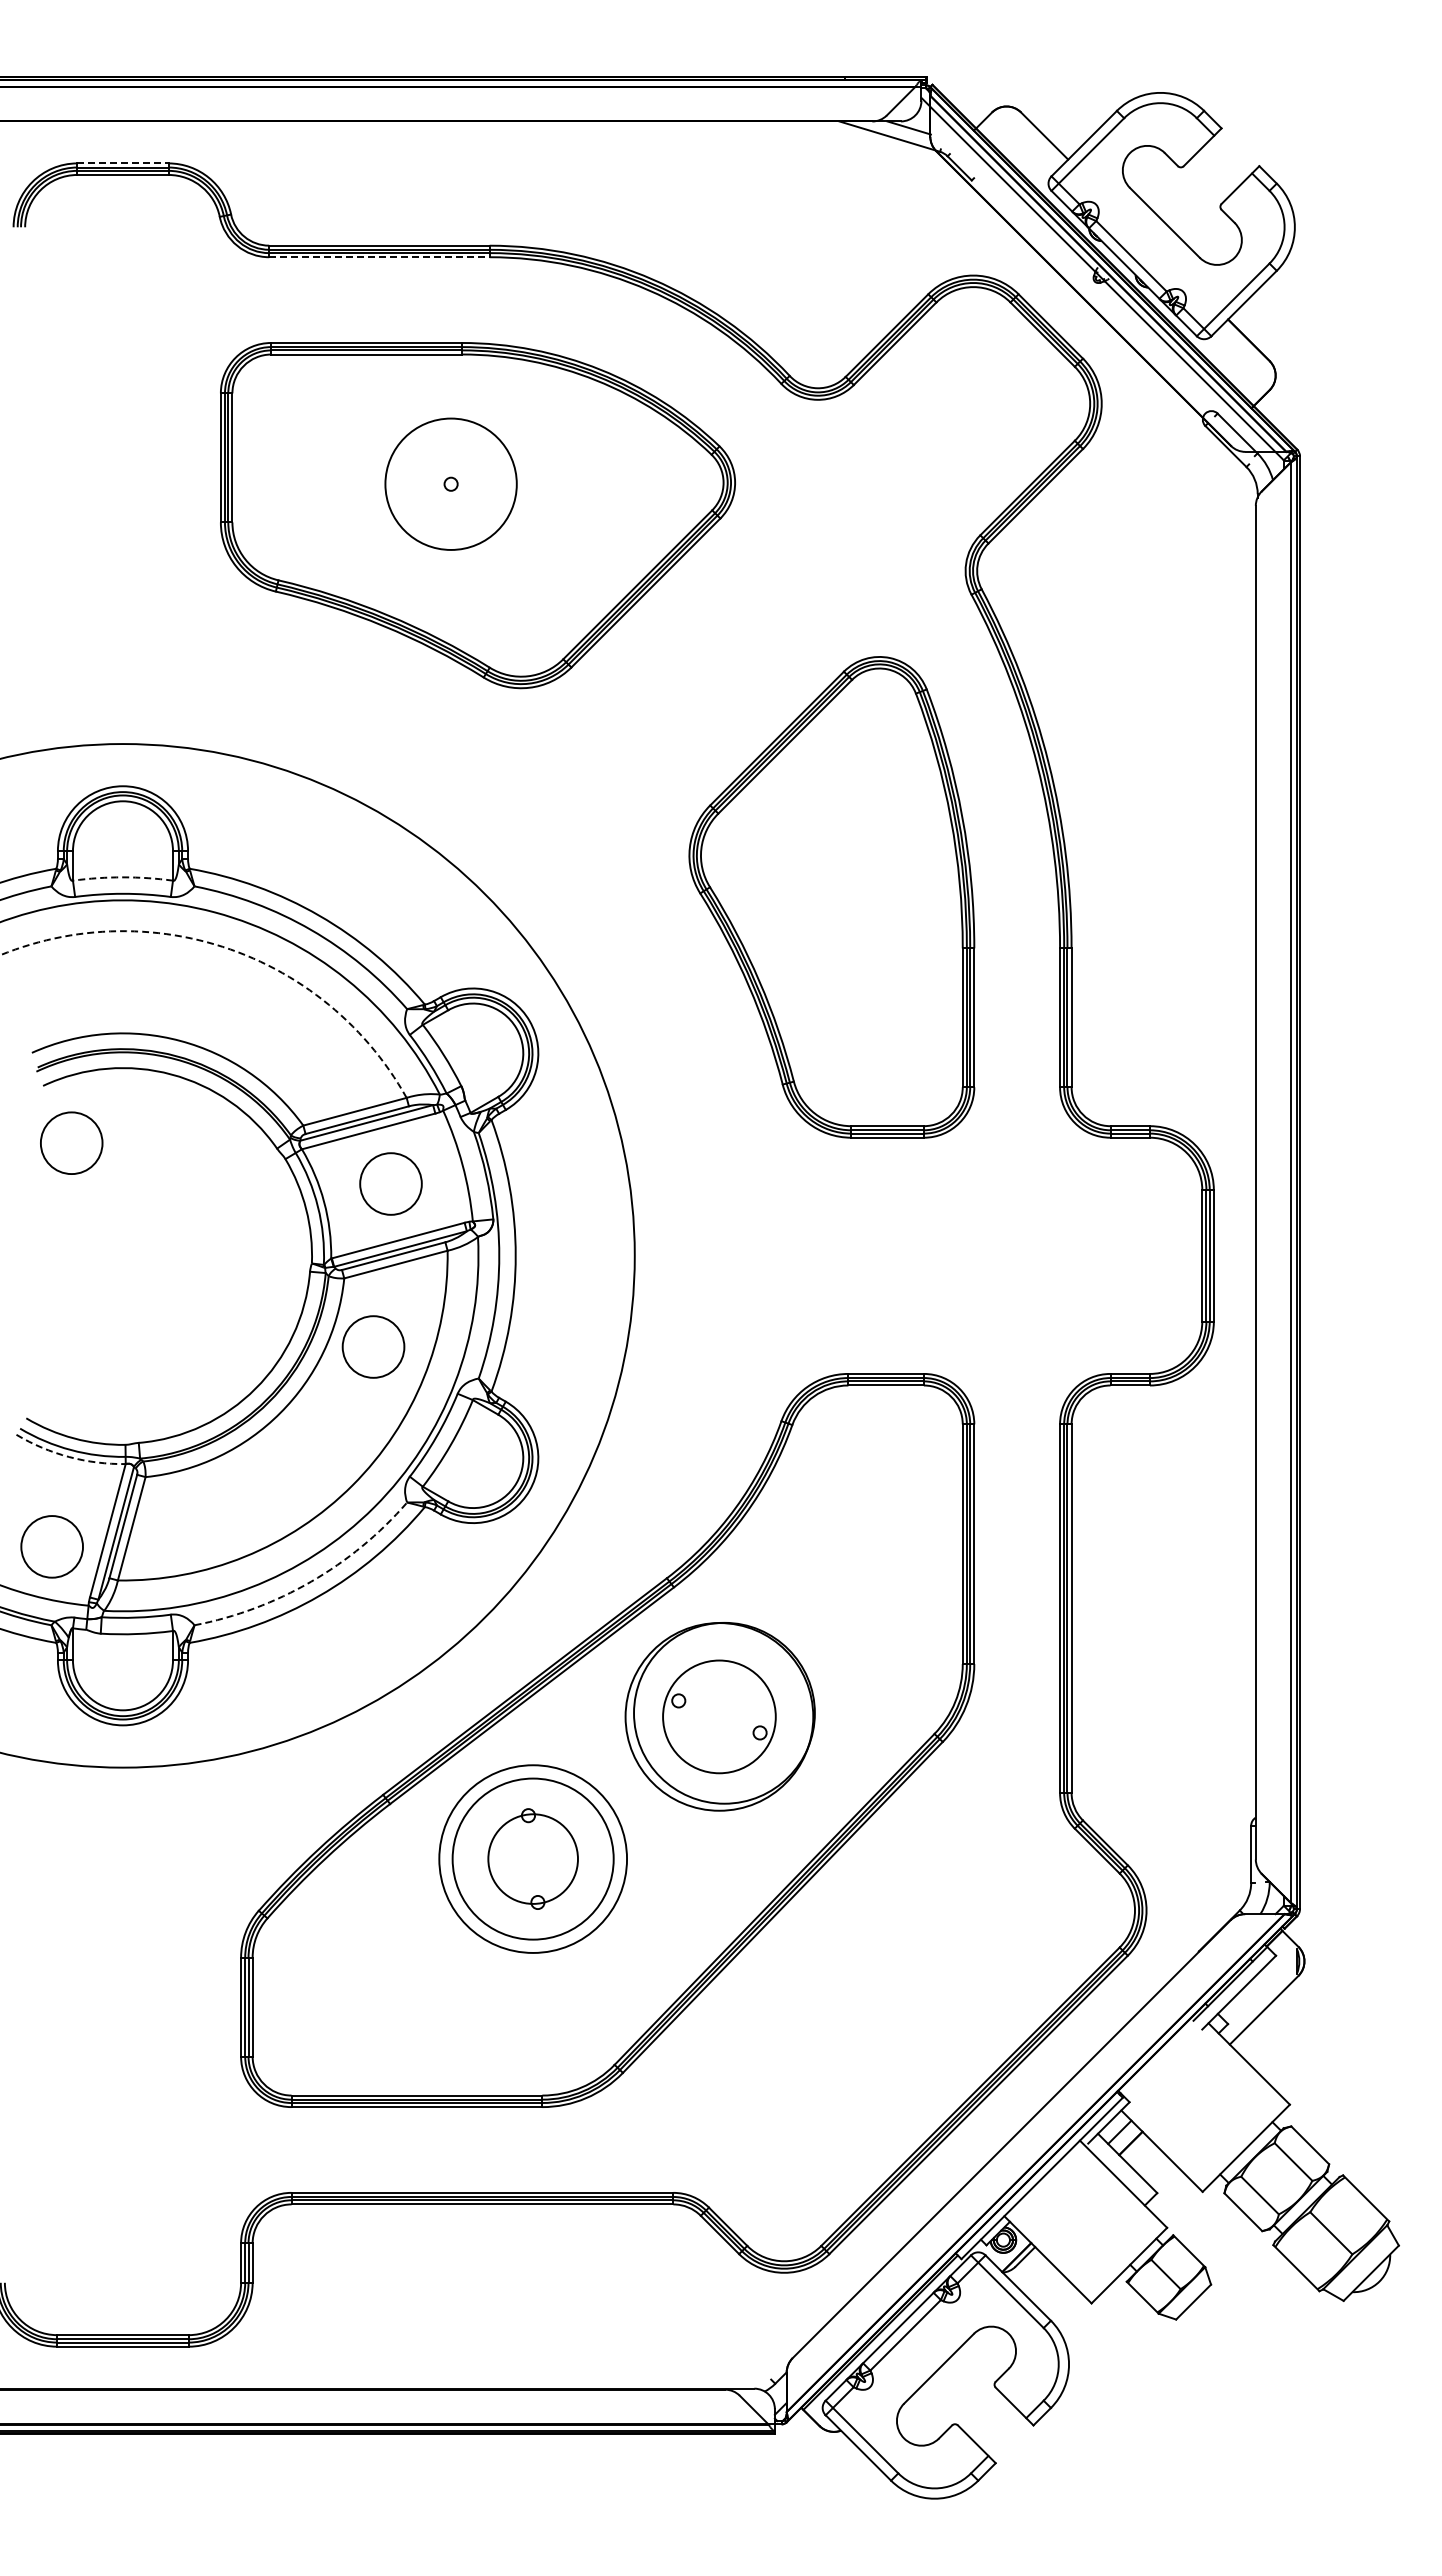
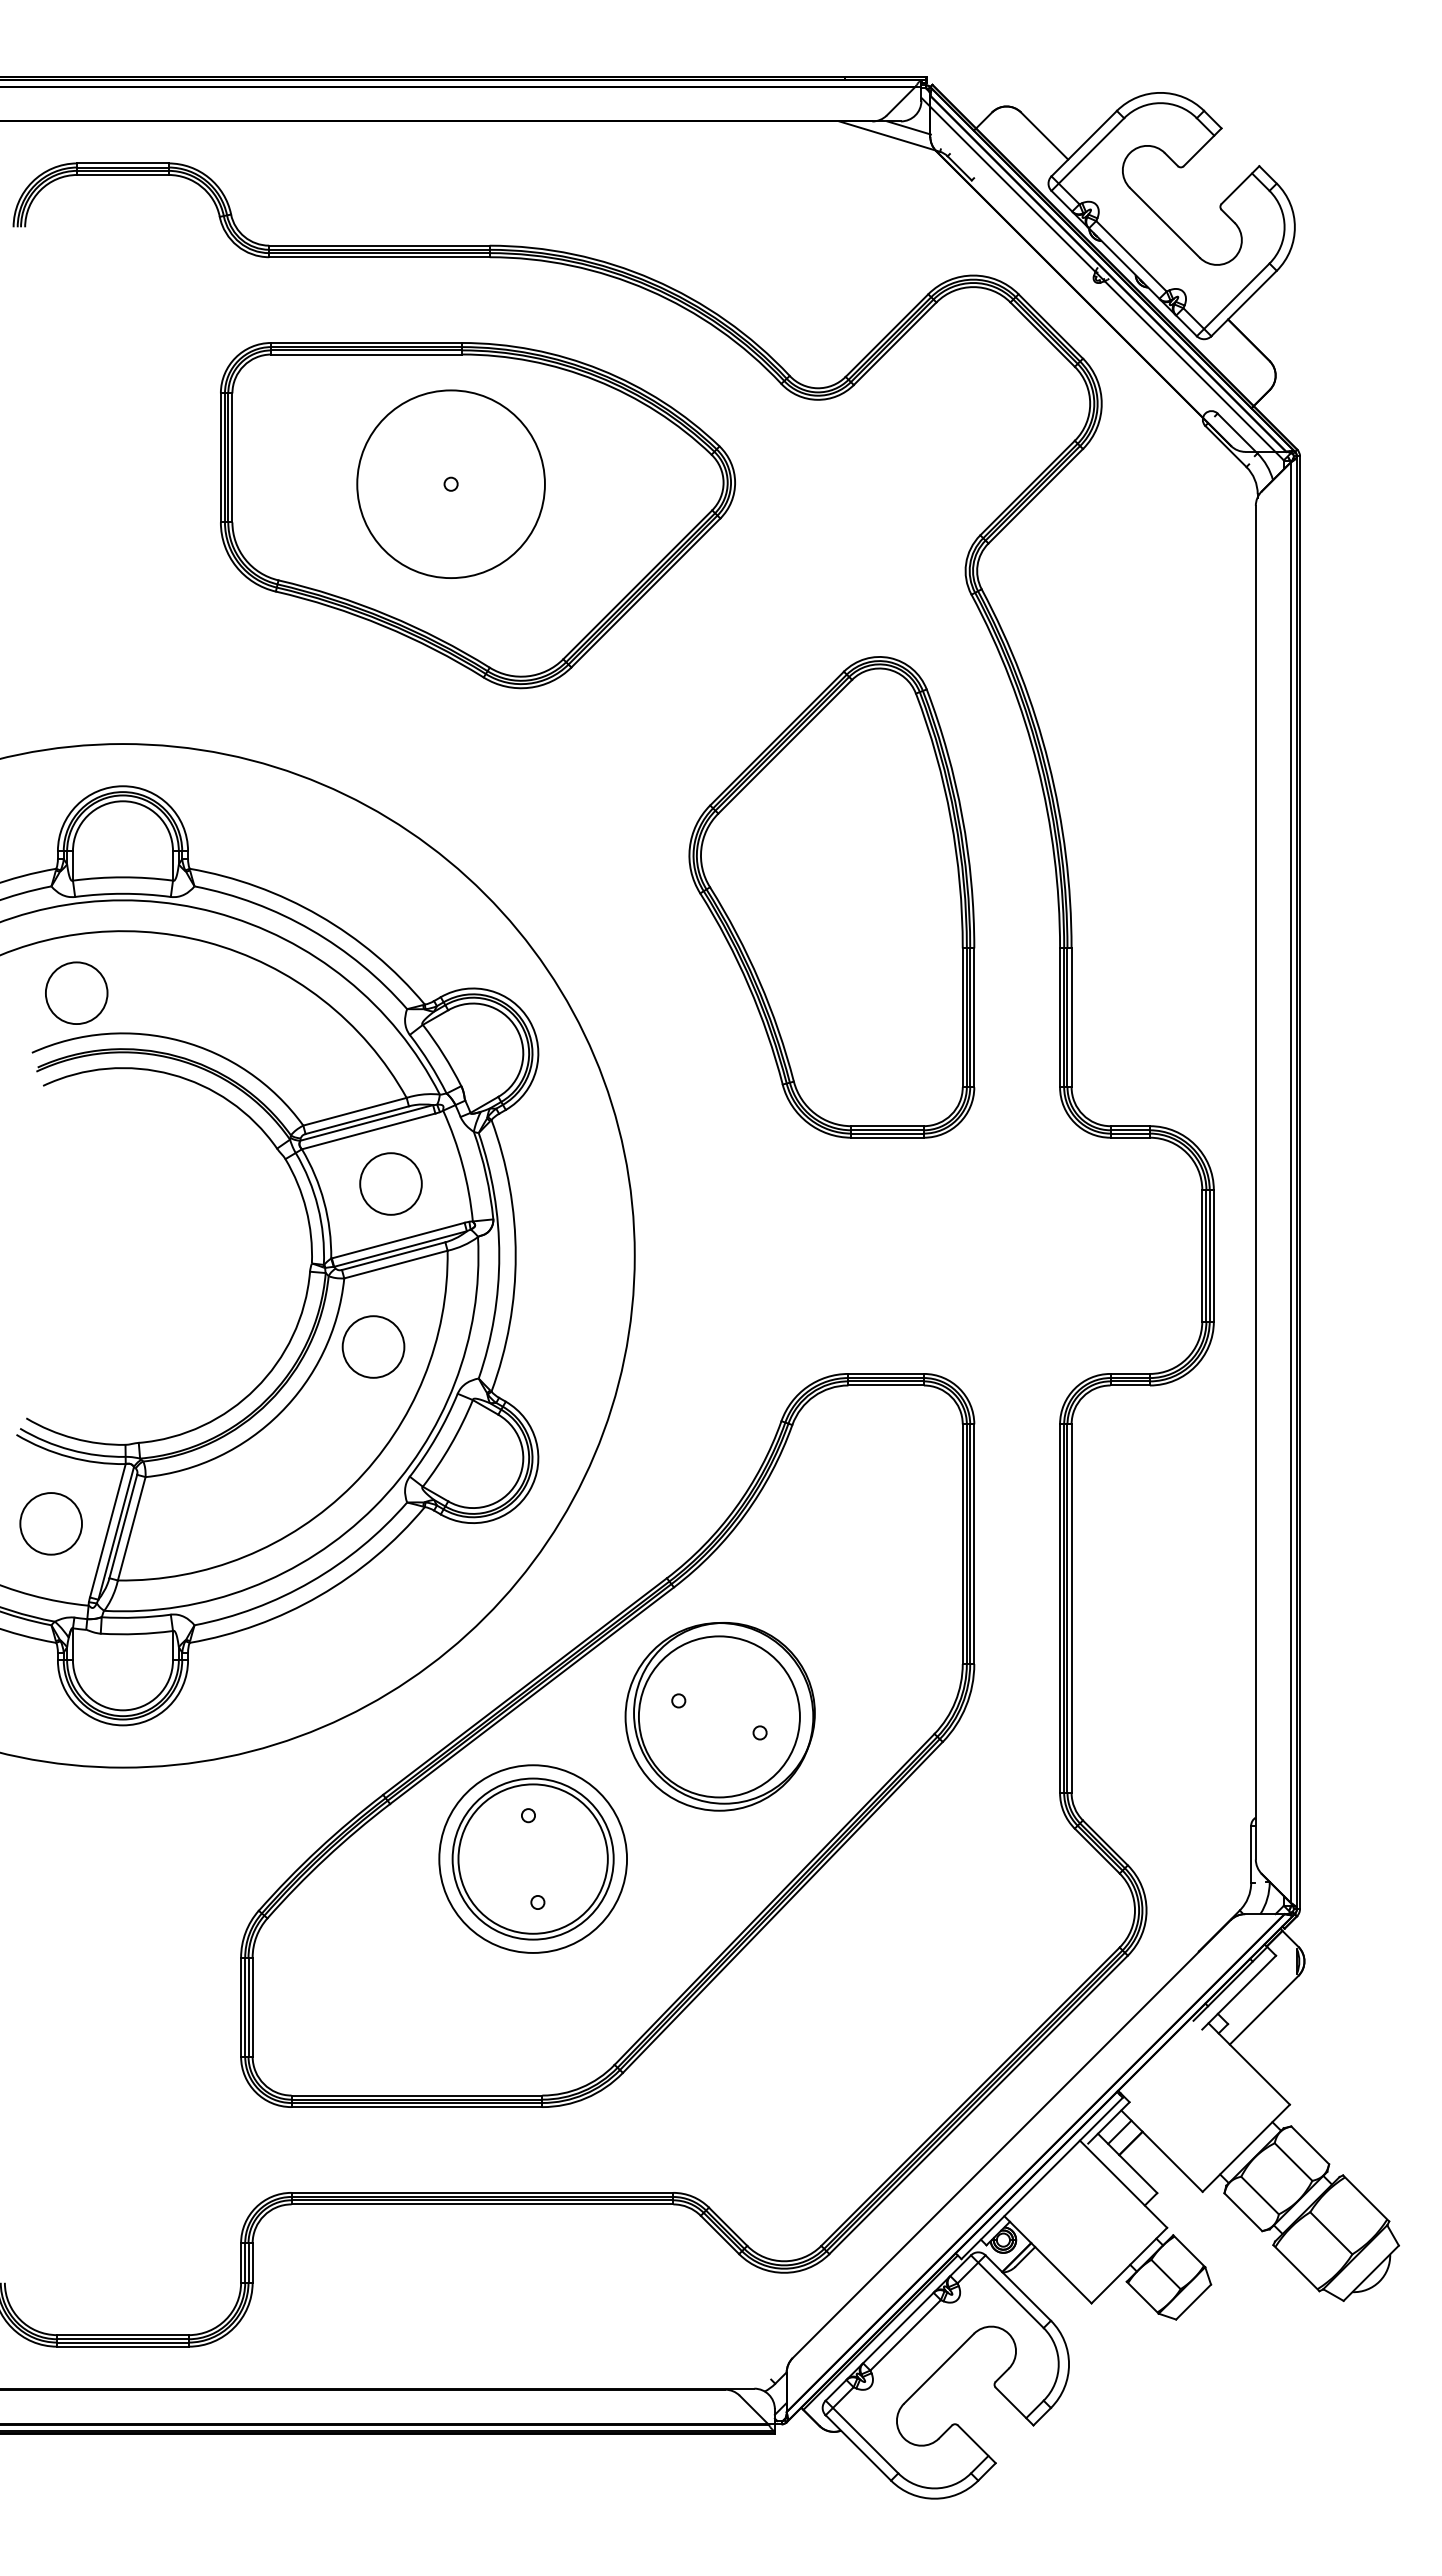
line at (123, 163): dashed -> solid
line at (379, 257): dashed -> solid
circle at (450, 483) diameter: 131 px -> 188 px
arc at (122, 877): dashed -> solid
arc at (230, 949): dashed -> solid
circle at (71, 1142) position: (71, 1142) -> (76, 992)
arc at (69, 1457): dashed -> solid
circle at (51, 1546) position: (51, 1546) -> (50, 1523)
arc at (311, 1581): dashed -> solid
circle at (719, 1716) diameter: 113 px -> 161 px
circle at (532, 1858) diameter: 90 px -> 149 px
